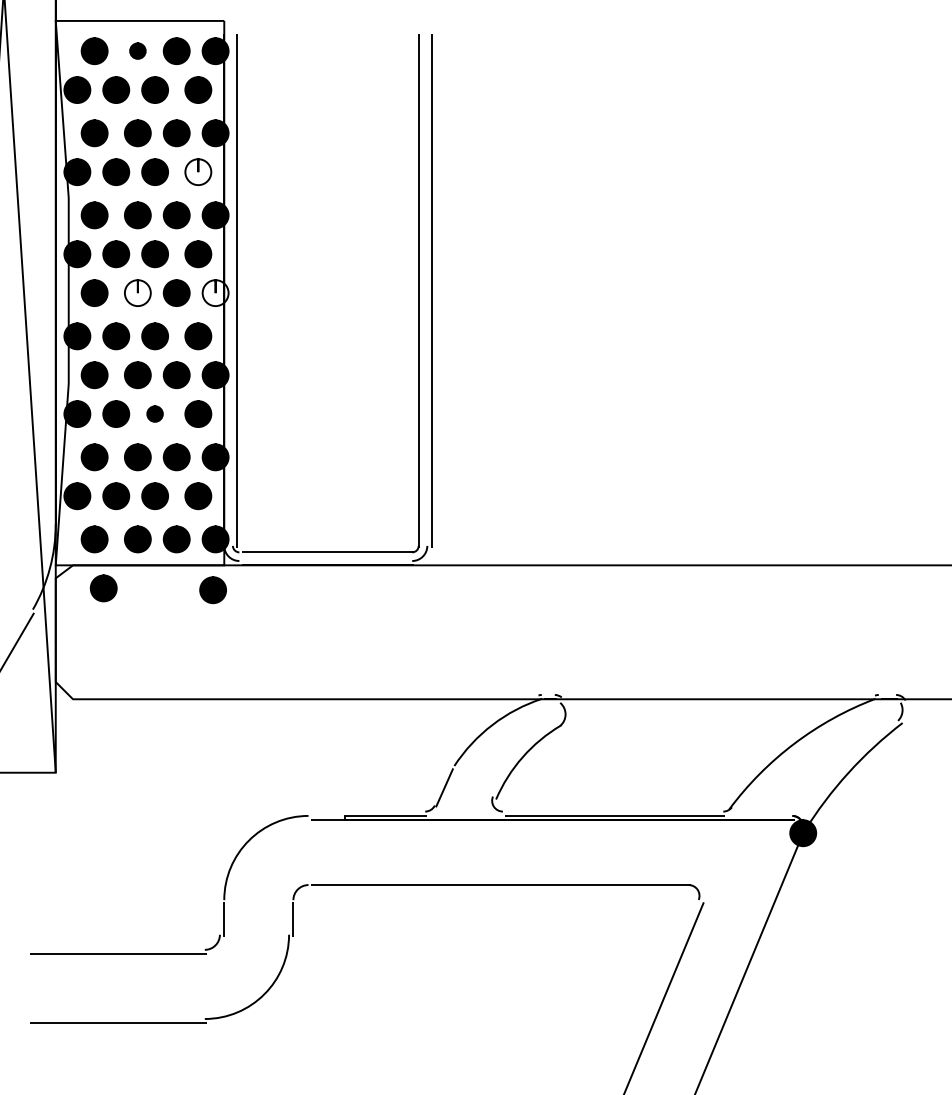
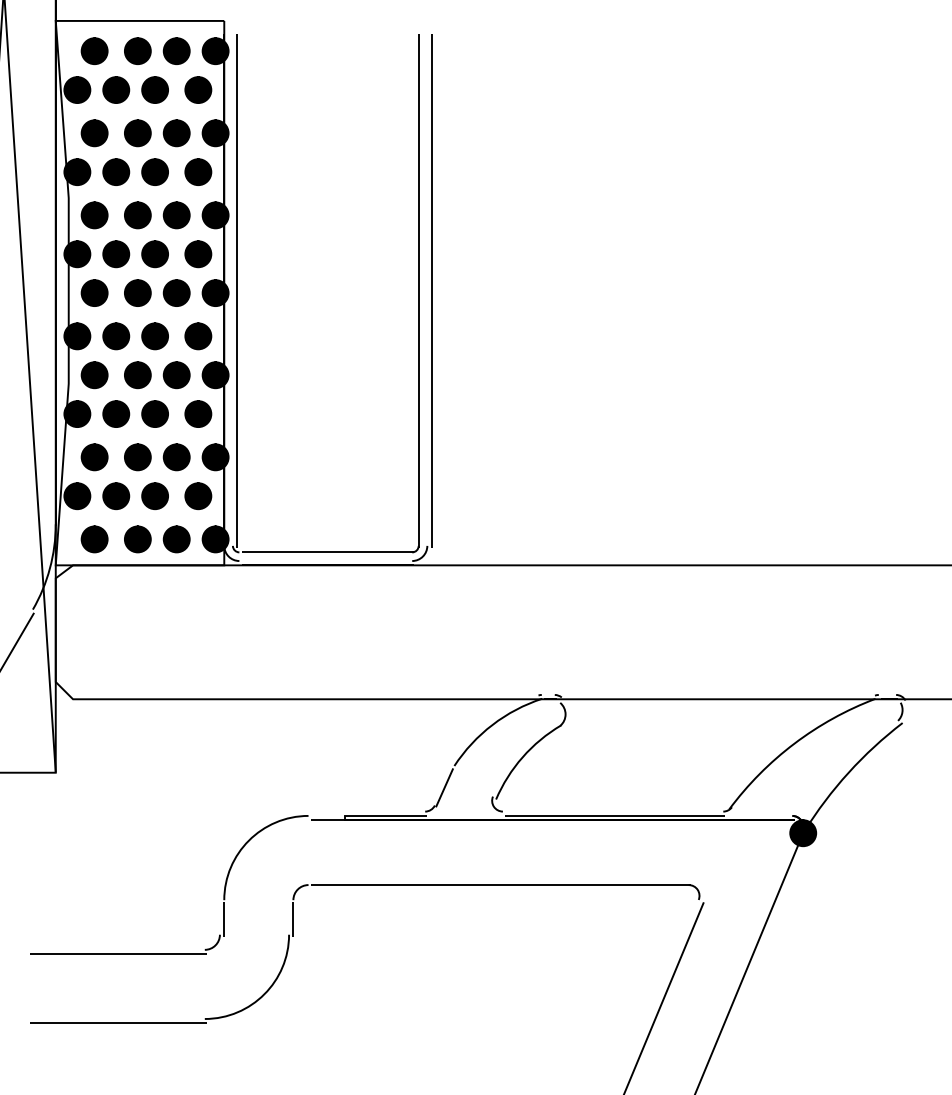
part at (137, 50) size: 18x18 px -> 28x28 px
fill at (198, 172): none -> present
fill at (137, 293): none -> present
fill at (215, 293): none -> present
part at (154, 413) size: 18x18 px -> 28x28 px
part at (103, 588): present -> none
part at (212, 590): present -> none
